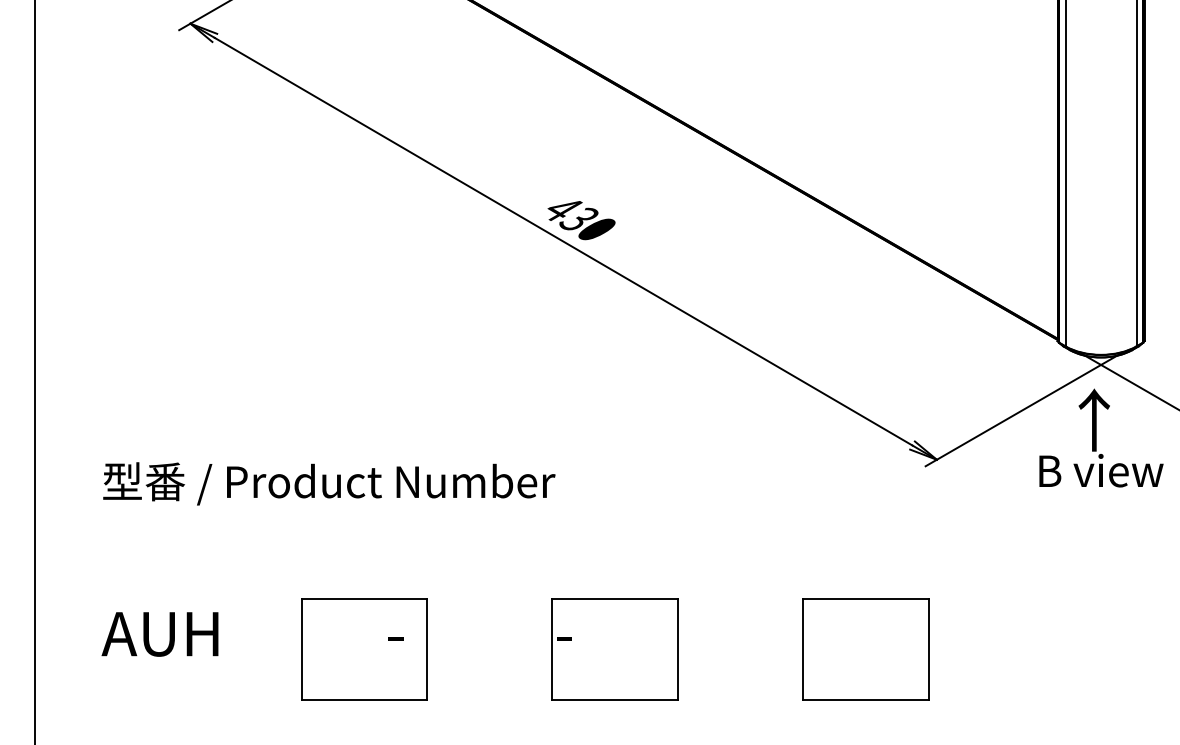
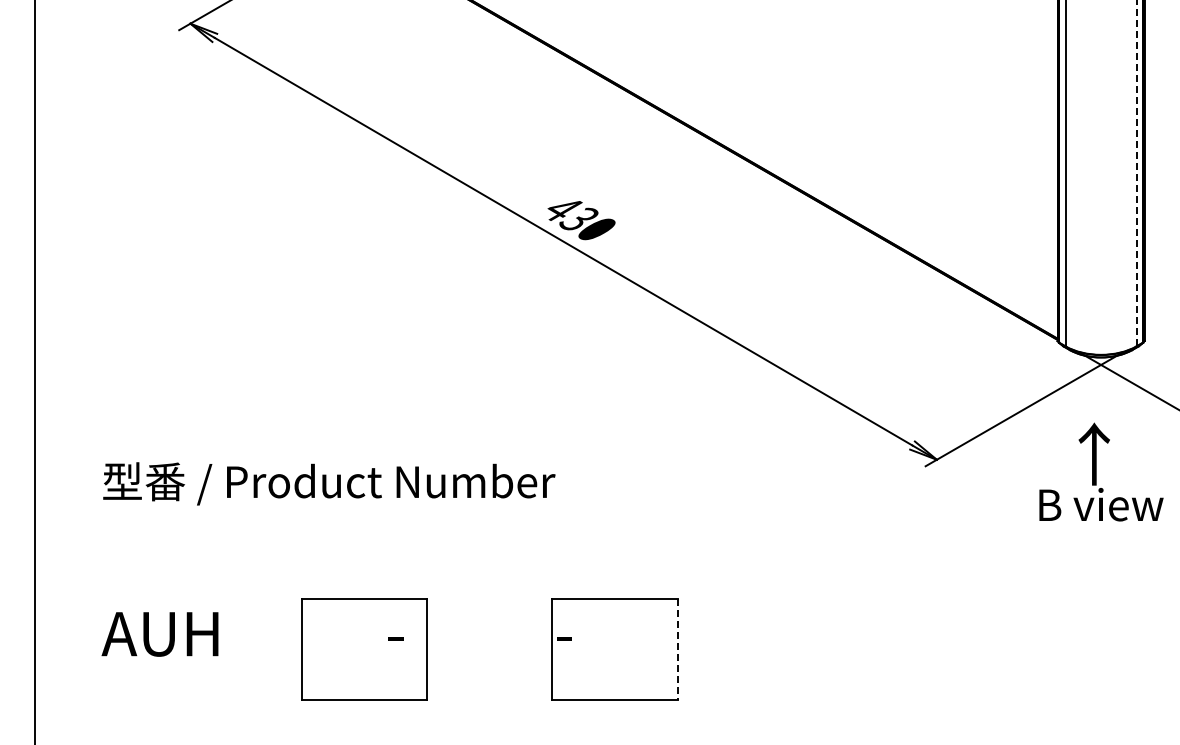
line at (1136, 173): solid -> dashed
text at (1101, 437) position: (1101, 437) -> (1101, 471)
part at (865, 649): present -> none
line at (677, 650): solid -> dashed
